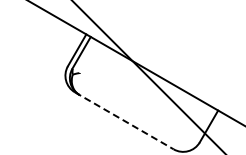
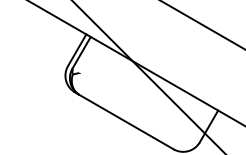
line at (202, 25): none -> present
line at (124, 120): dashed -> solid
